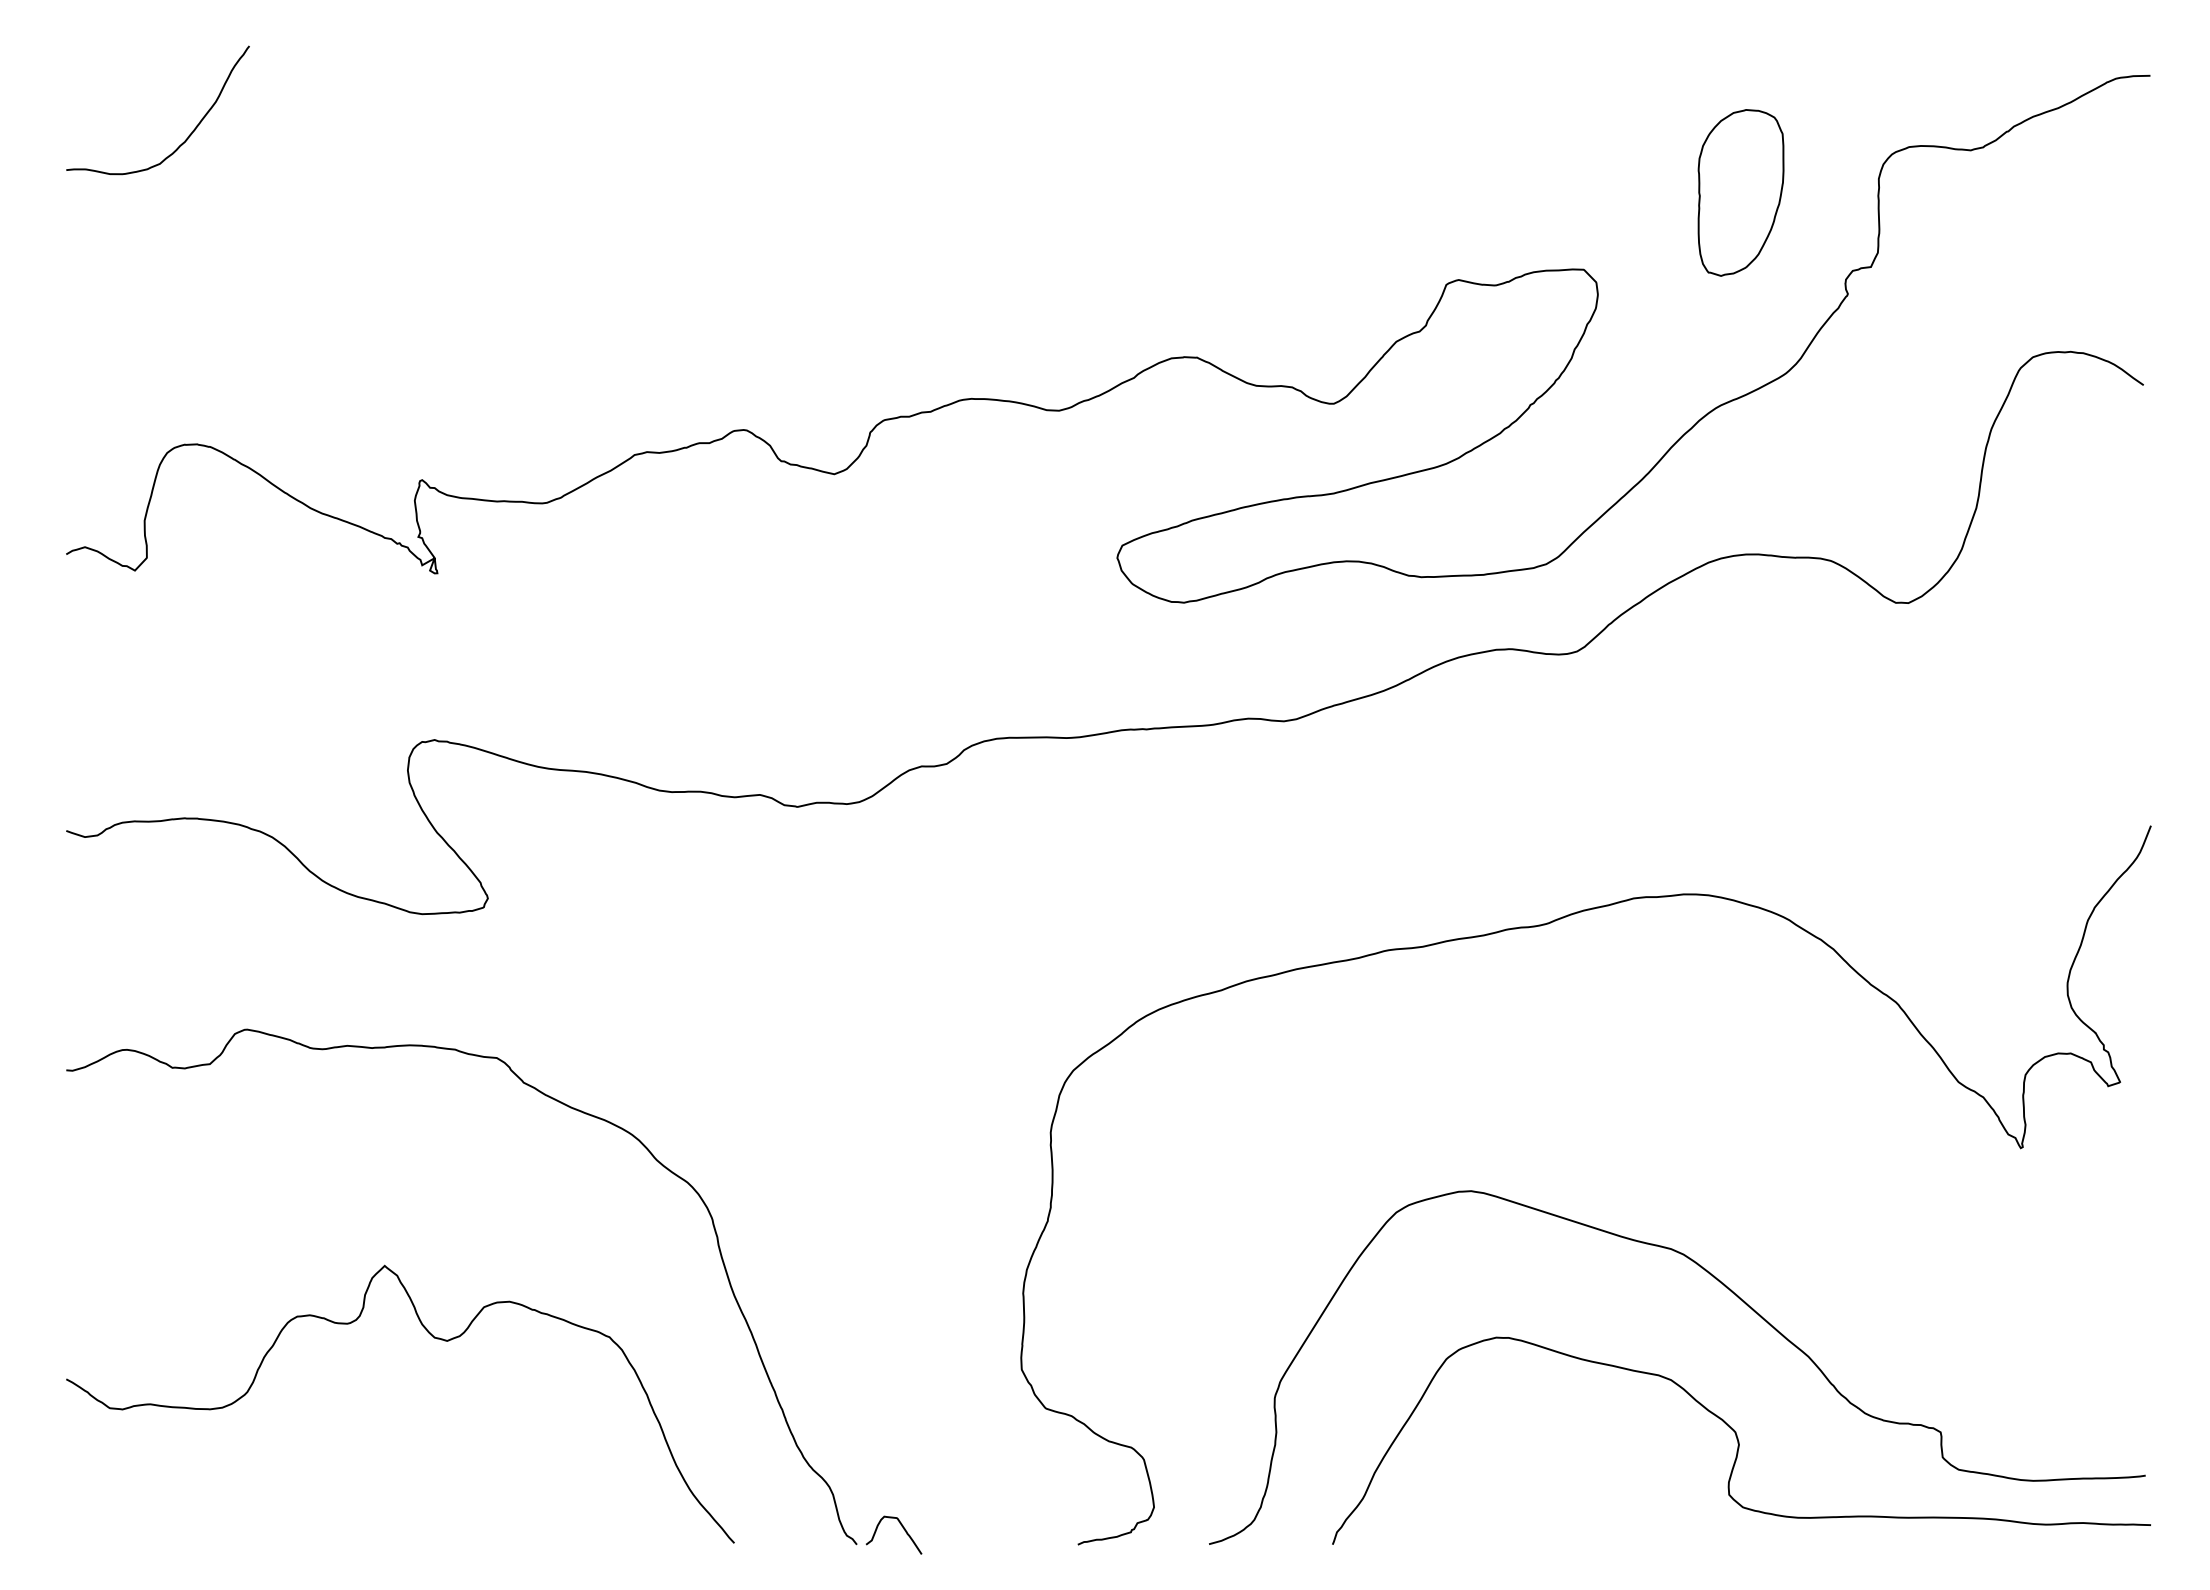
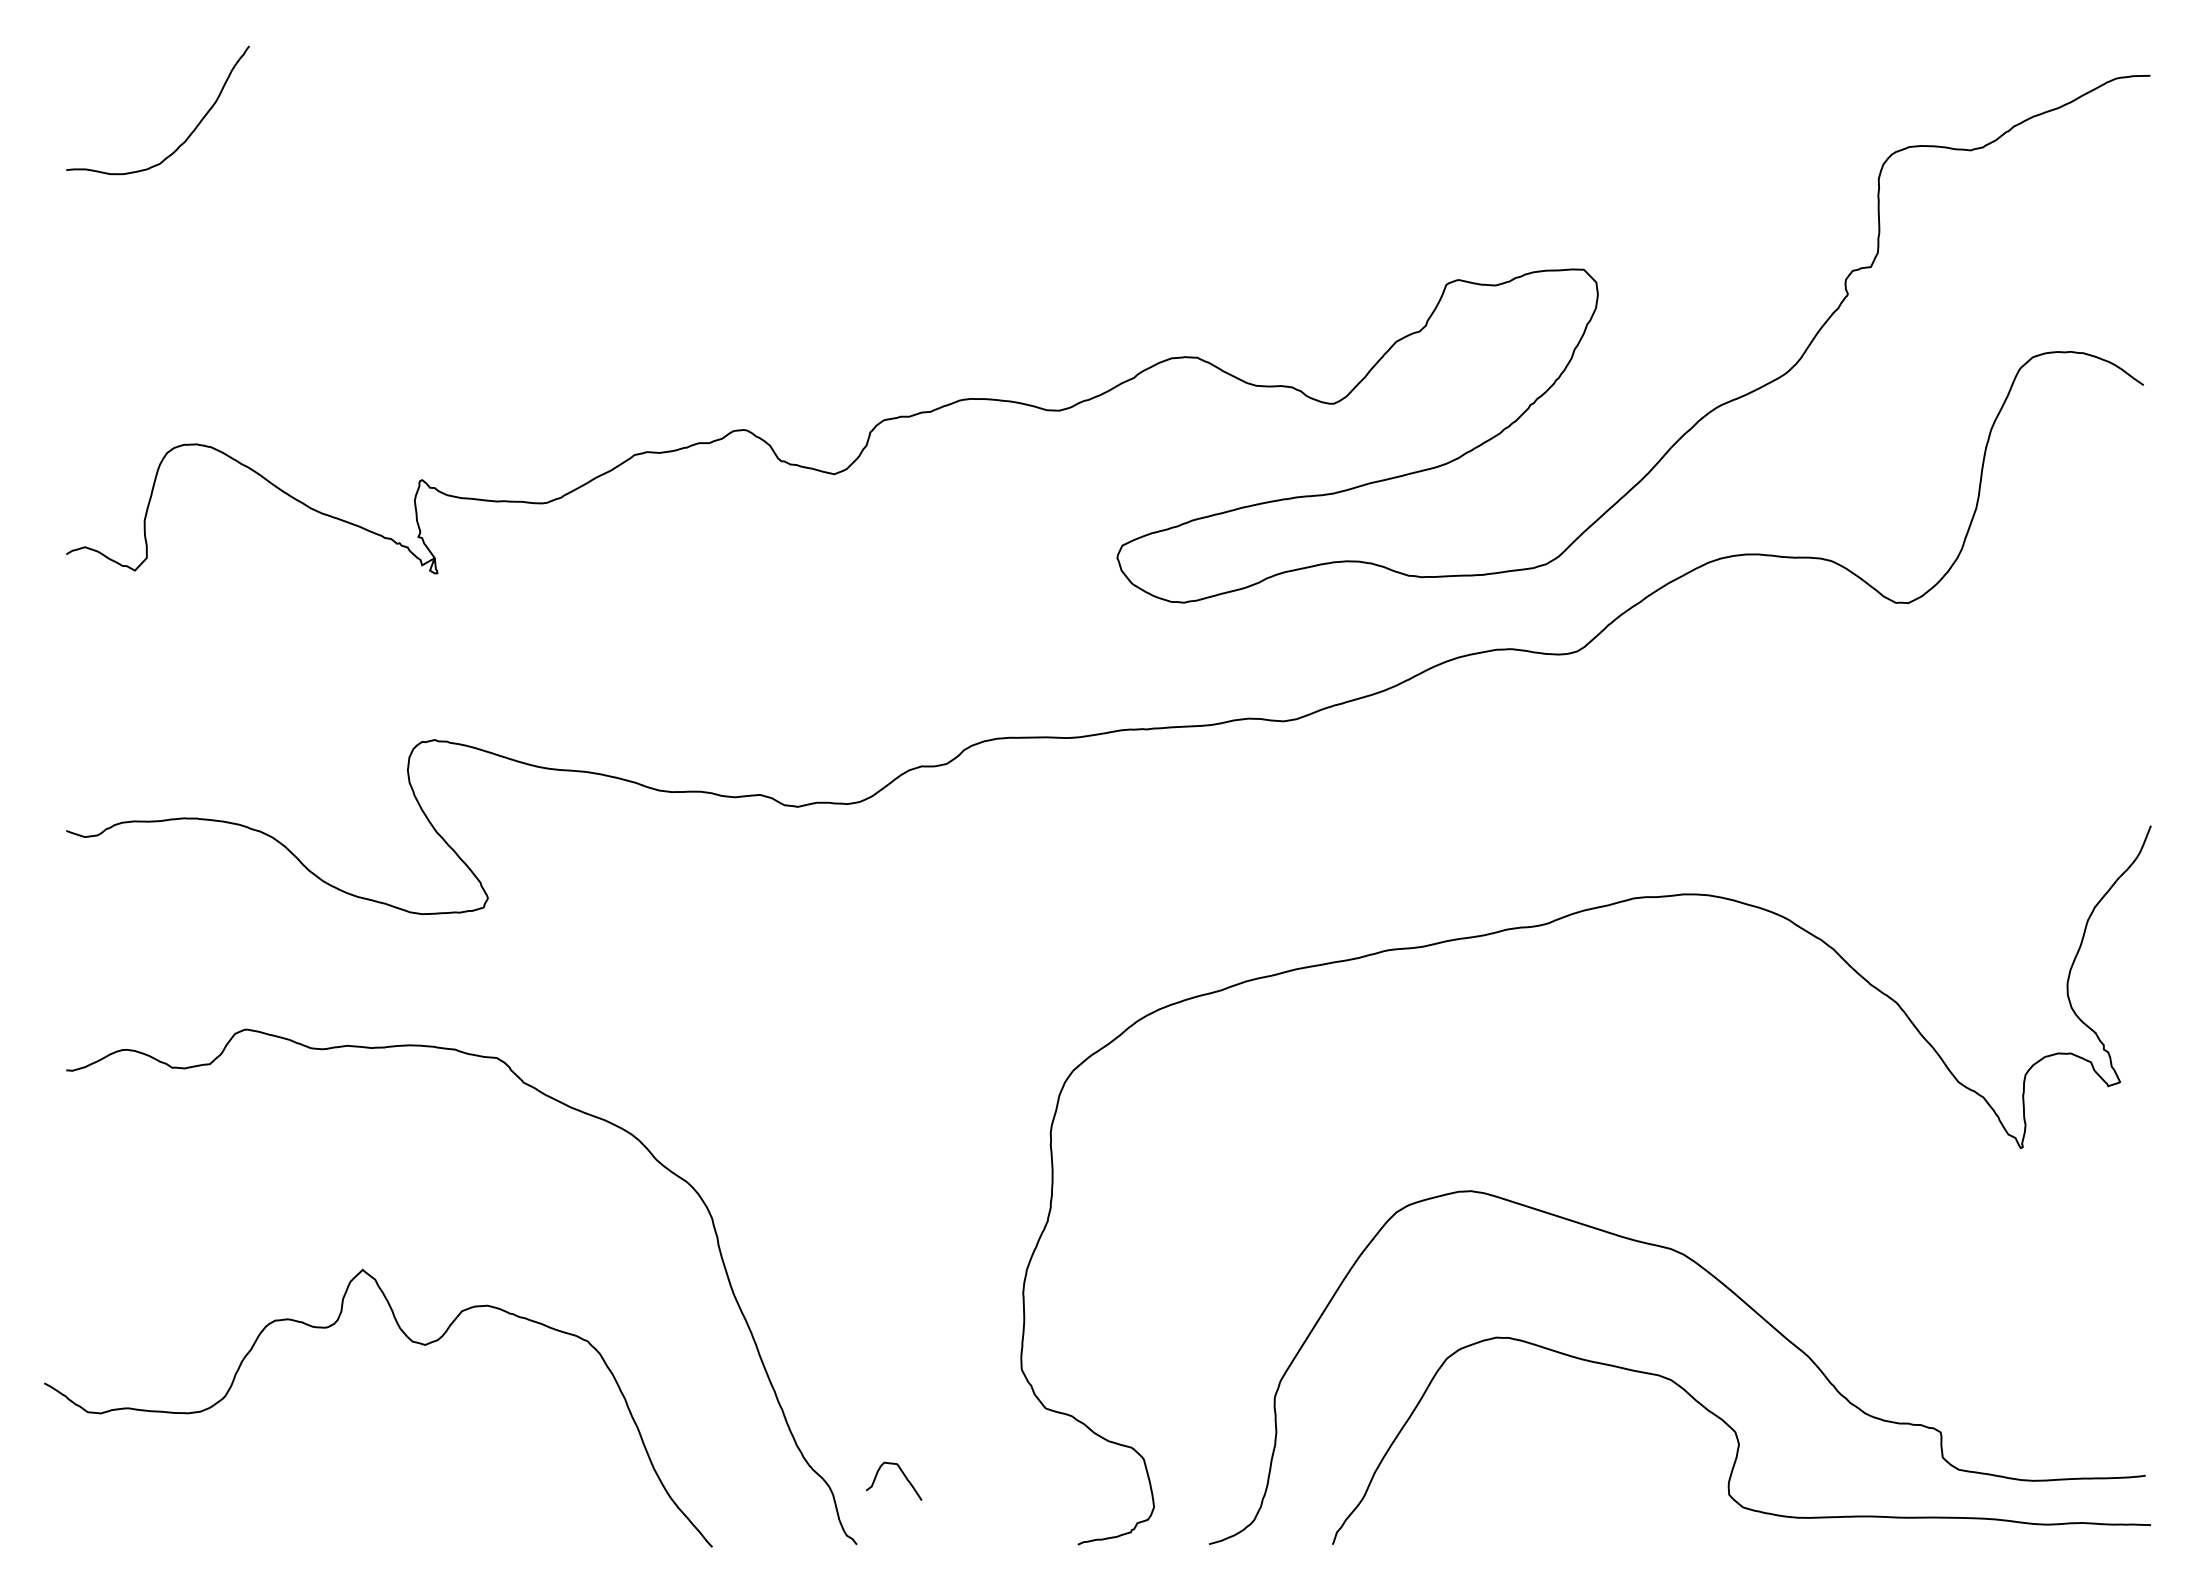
part at (1740, 192): present -> none
curve at (434, 1338) position: (434, 1338) -> (412, 1342)
curve at (903, 1529) position: (903, 1529) -> (903, 1475)
